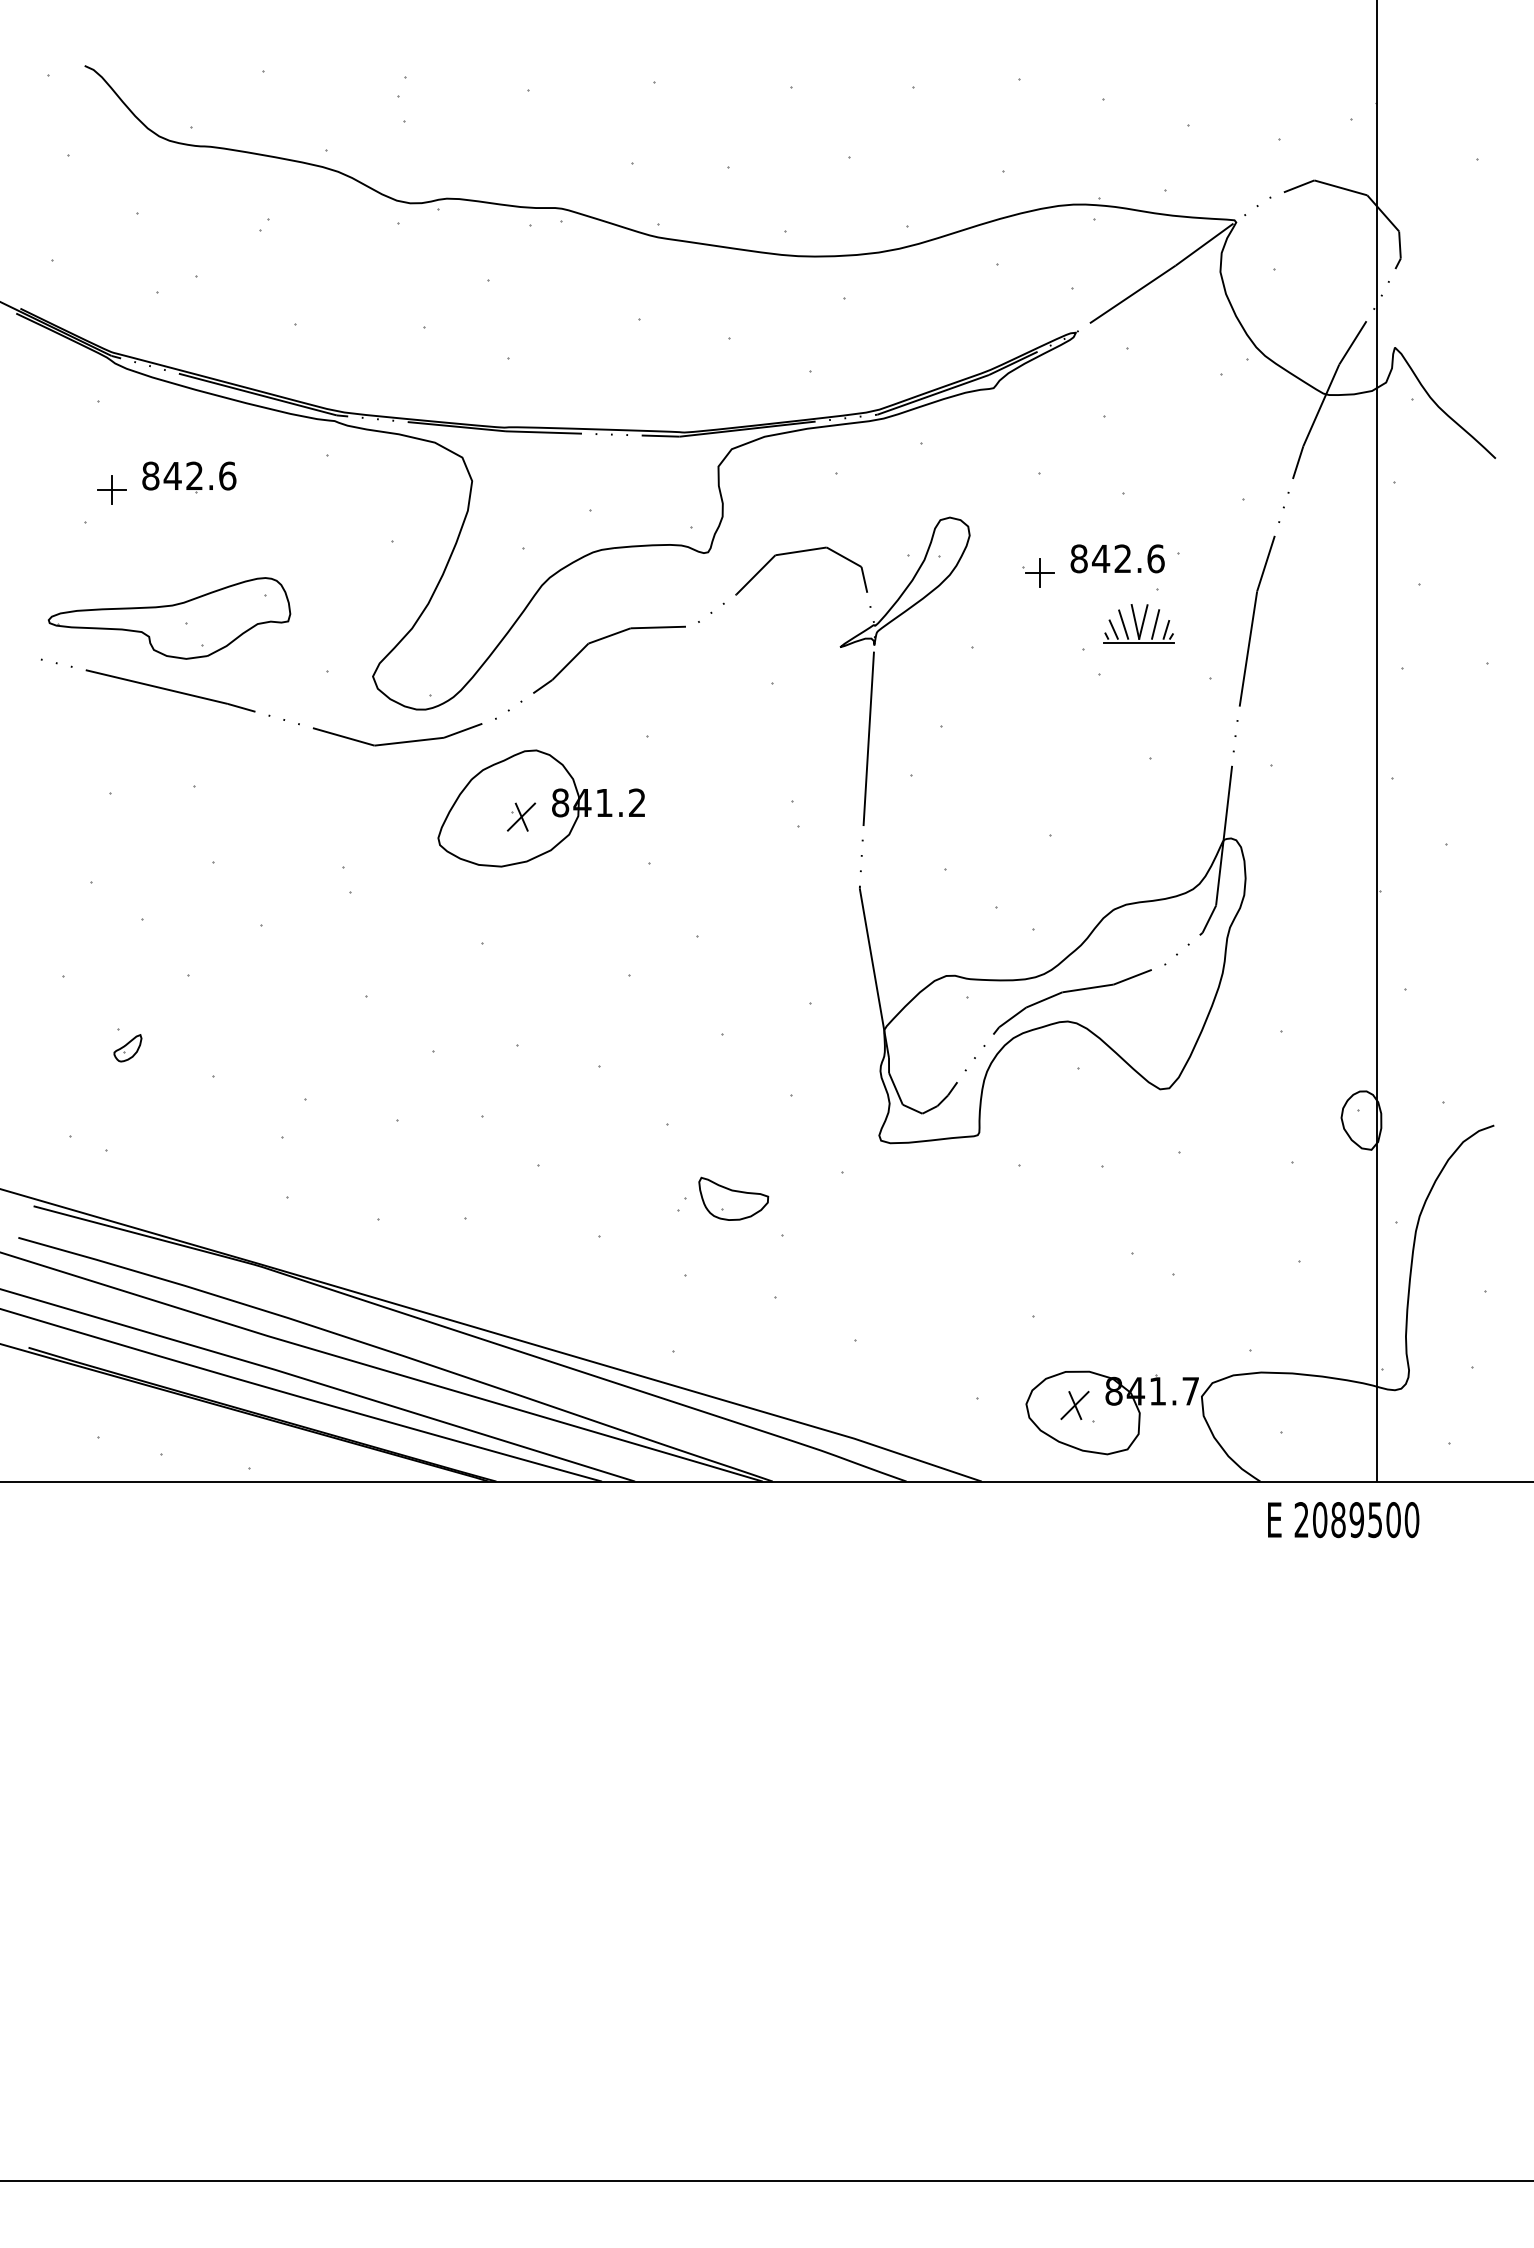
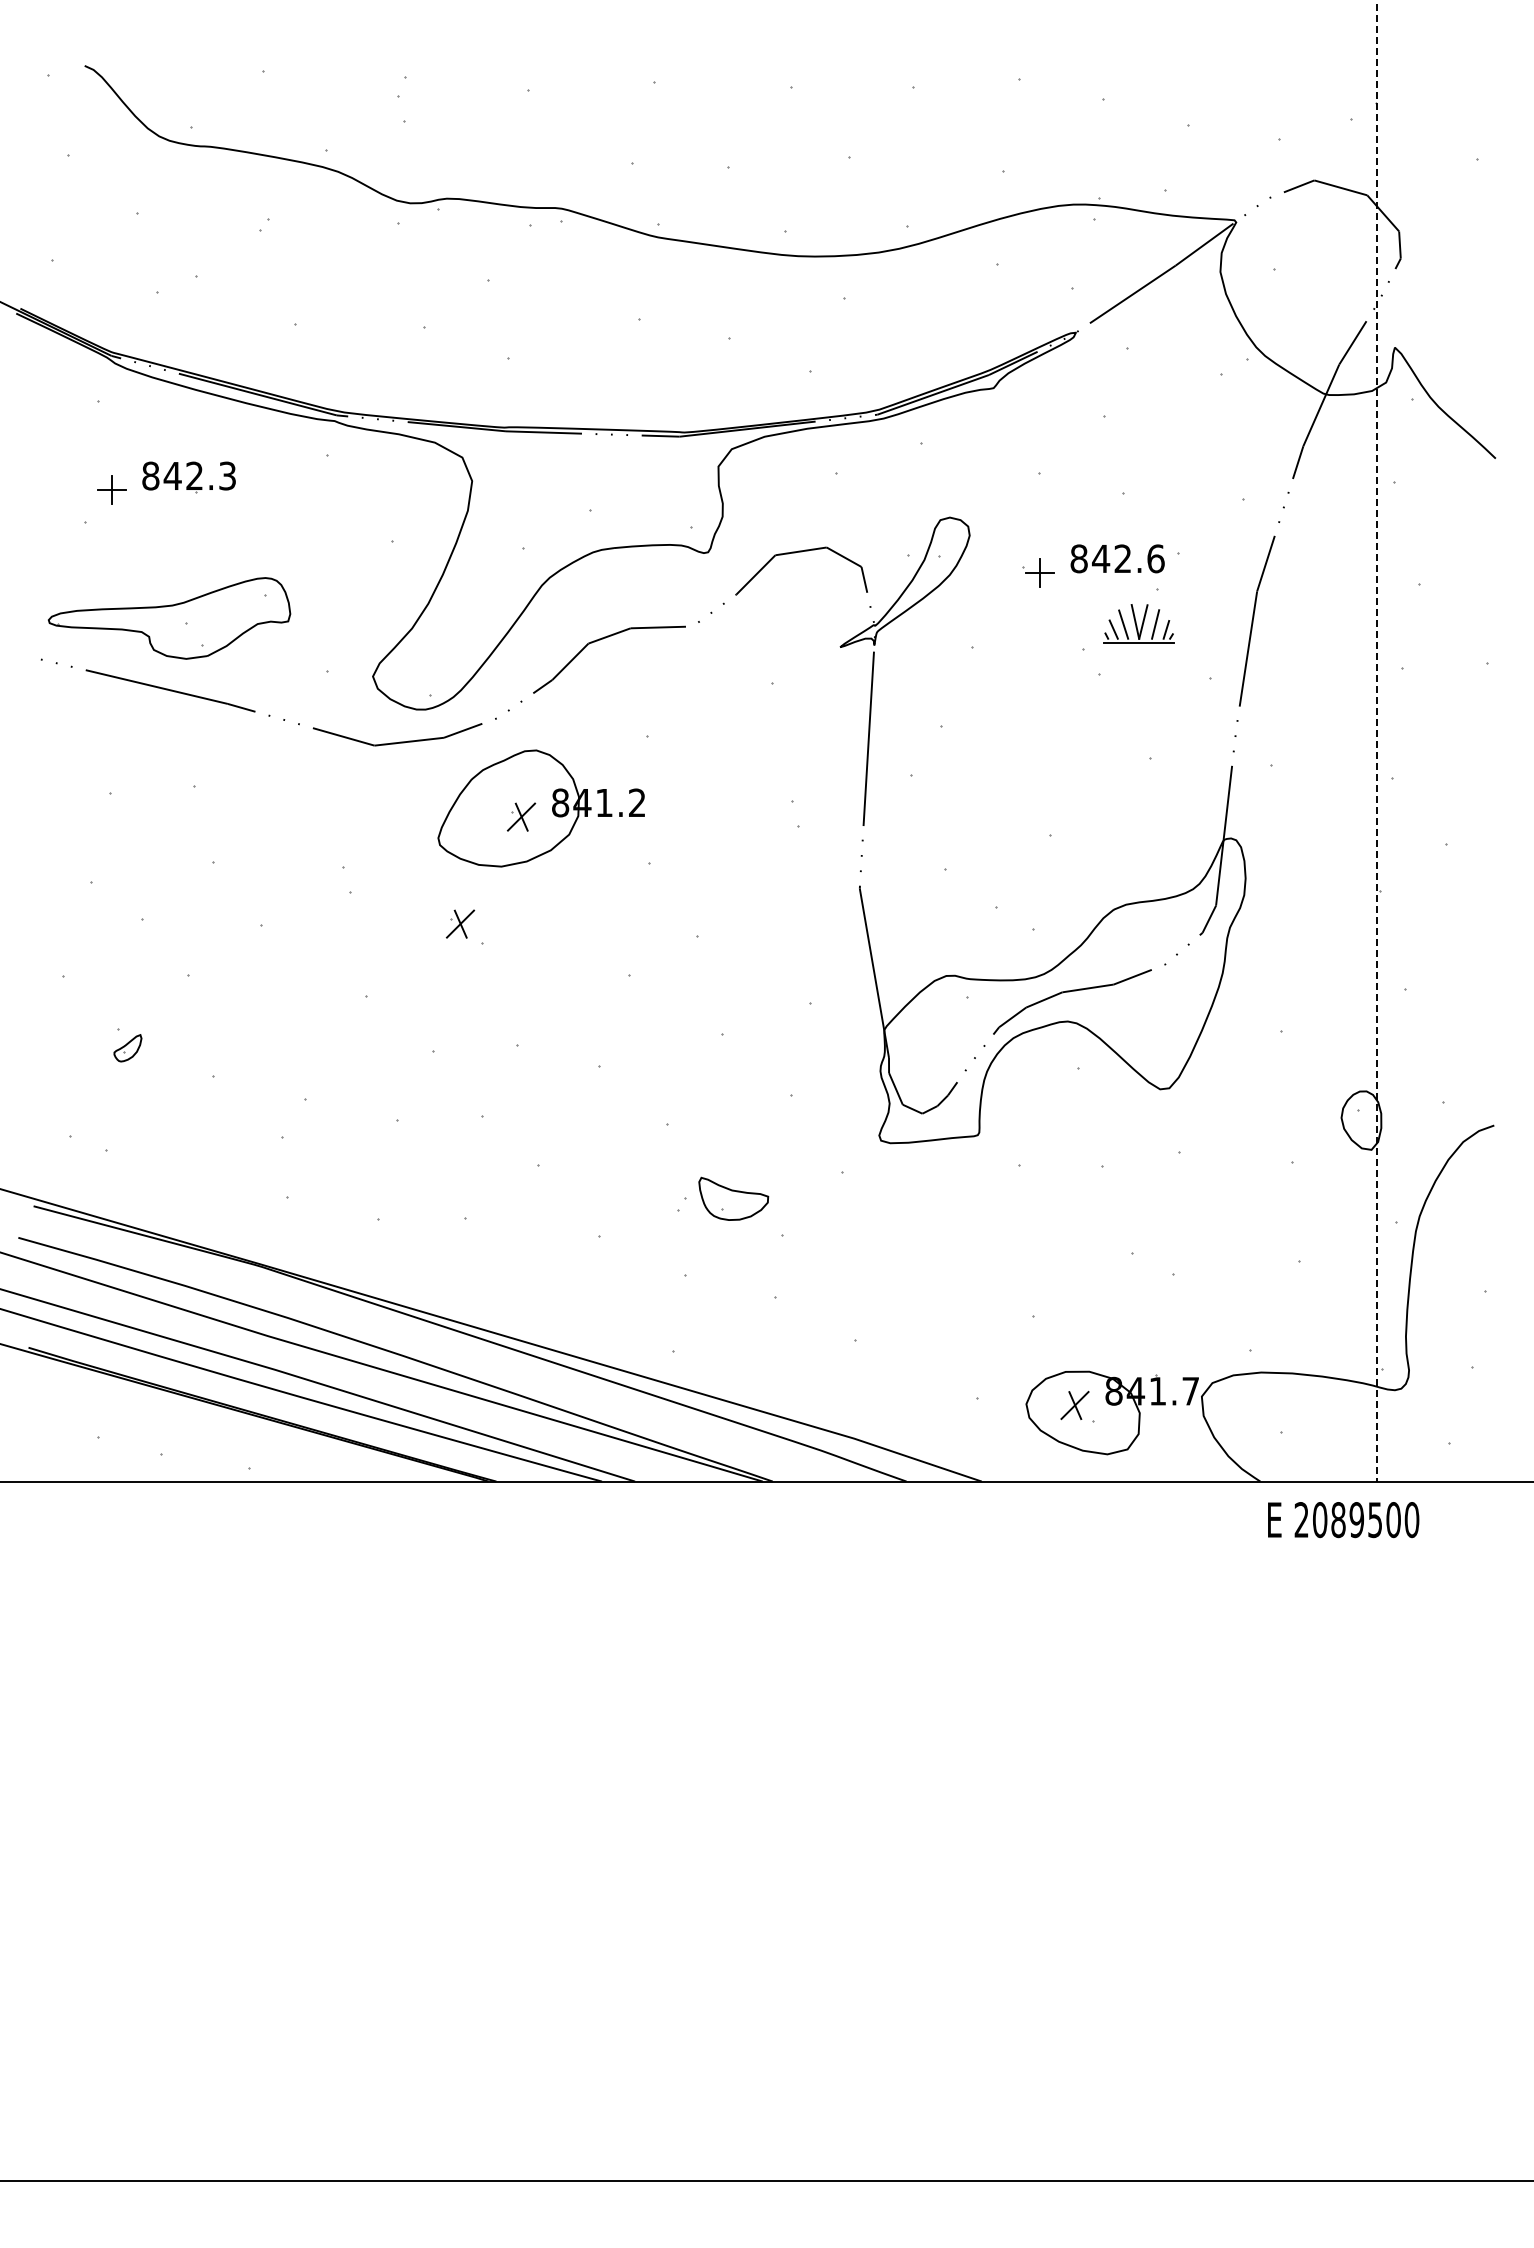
text at (227, 475): 842.6 -> 842.3
line at (1376, 741): solid -> dashed
part at (460, 923): none -> present
